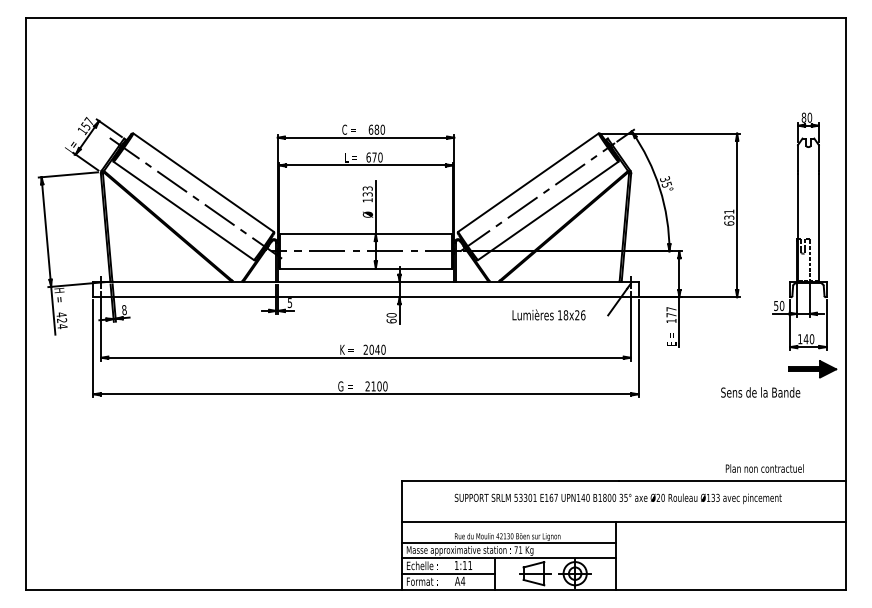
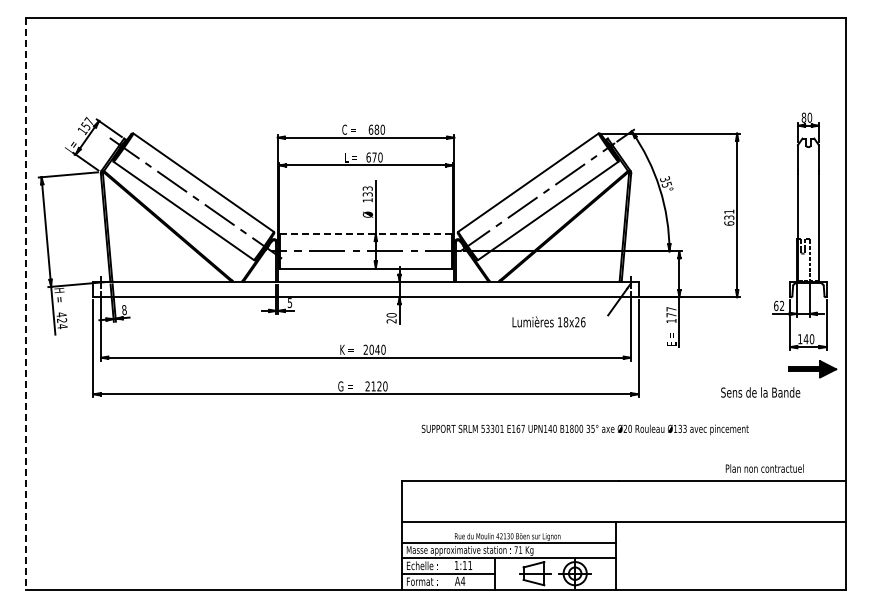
line at (366, 234): solid -> dashed
line at (26, 304): solid -> dashed
text at (779, 305): 50 -> 62
text at (548, 314) position: (548, 314) -> (548, 321)
text at (391, 320): 60 -> 20
text at (379, 386): 2100 -> 2120
text at (617, 498) position: (617, 498) -> (584, 429)
